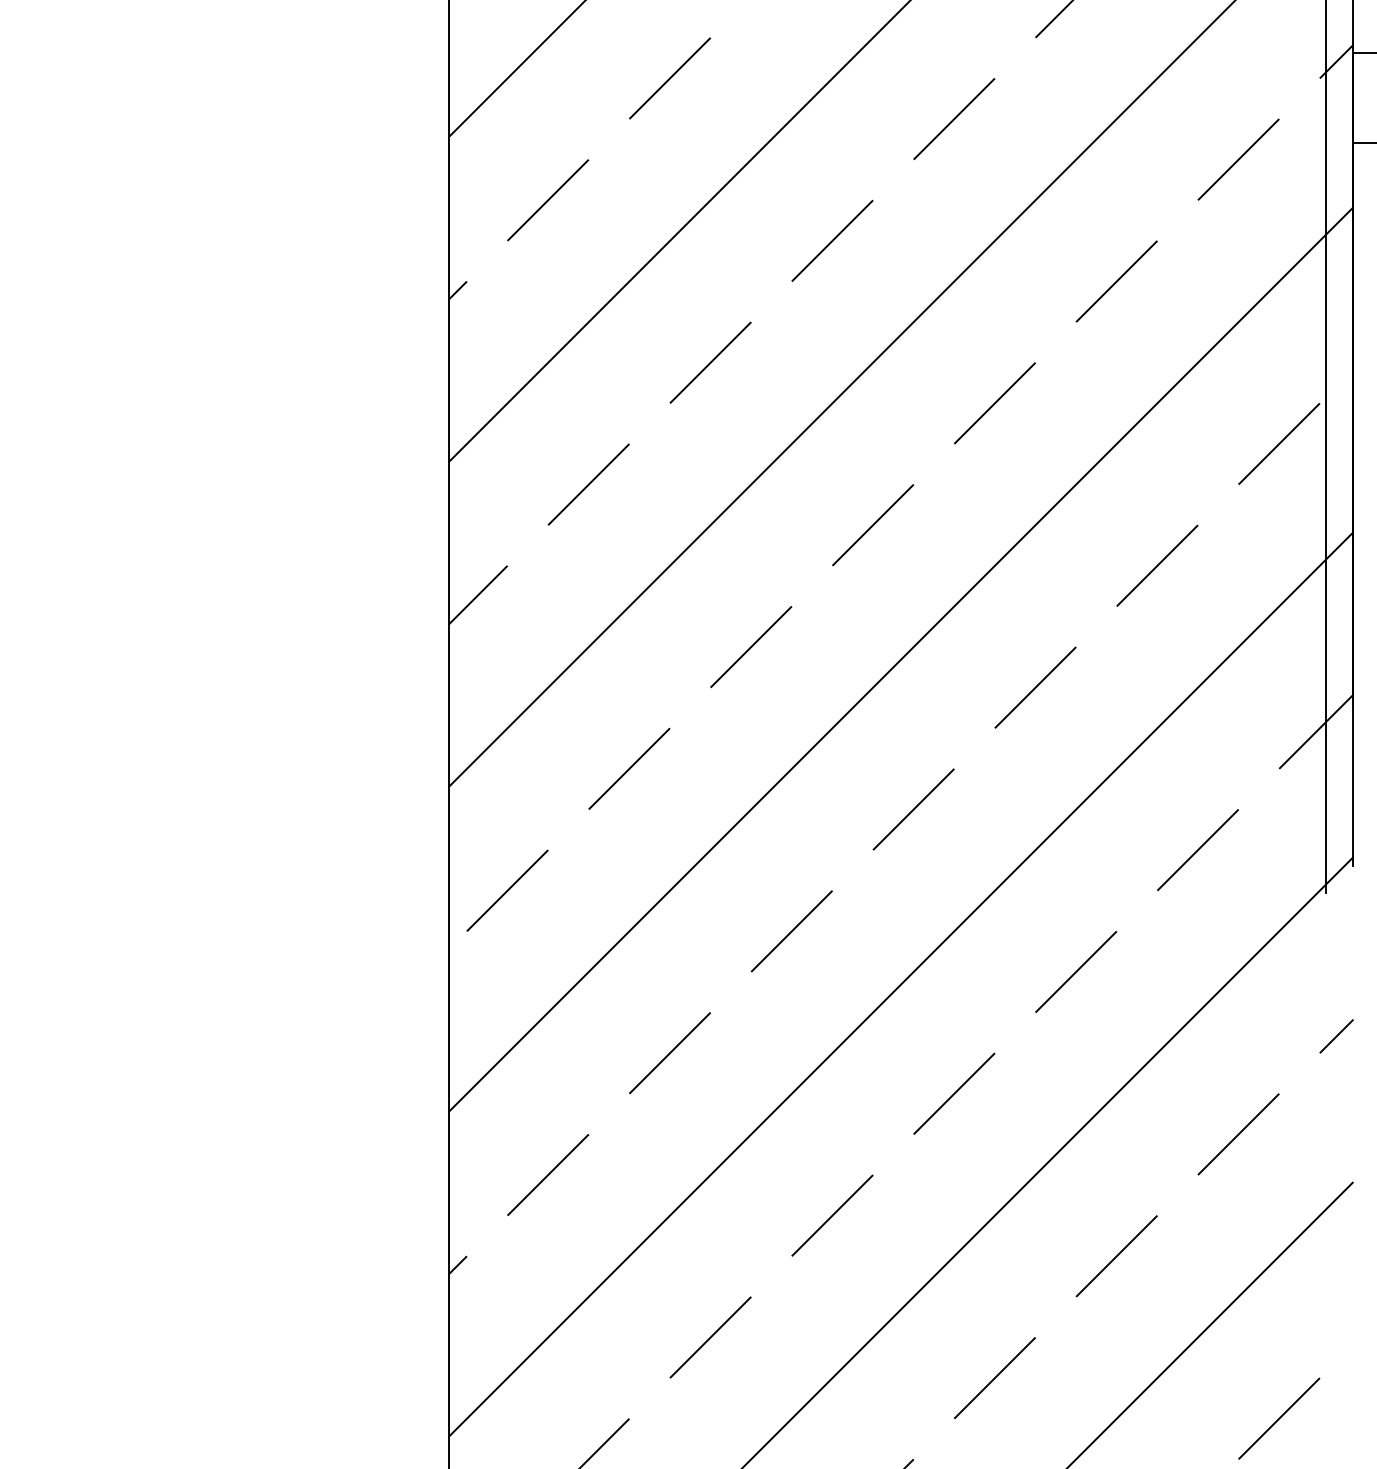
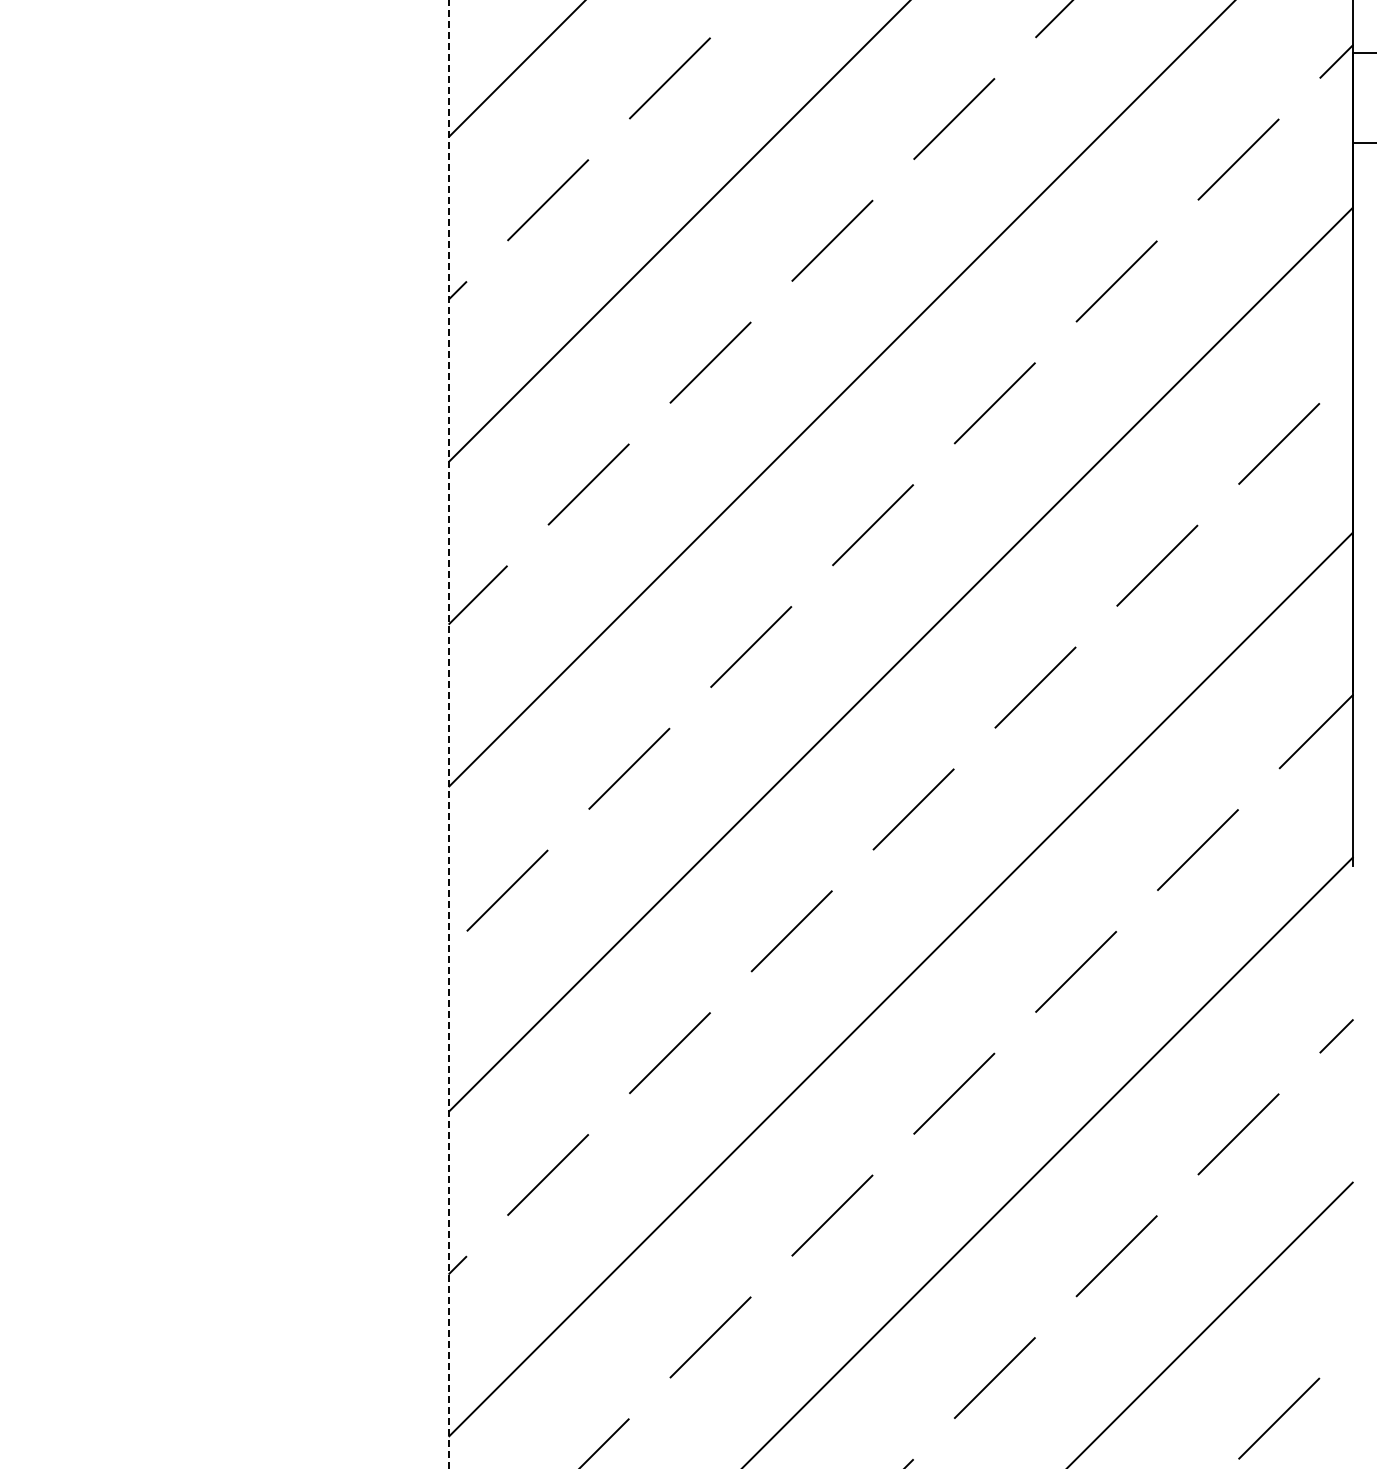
line at (1326, 447): present -> none
line at (448, 734): solid -> dashed
